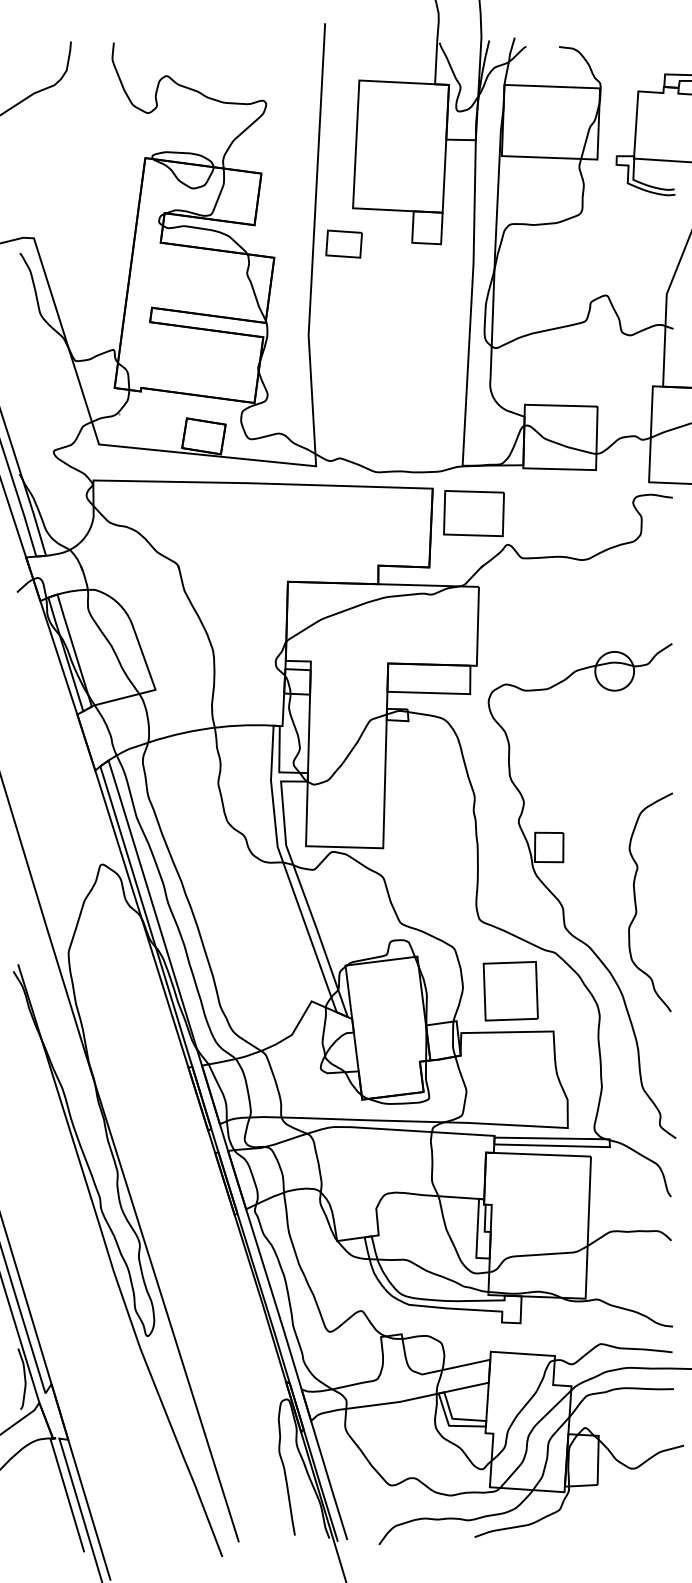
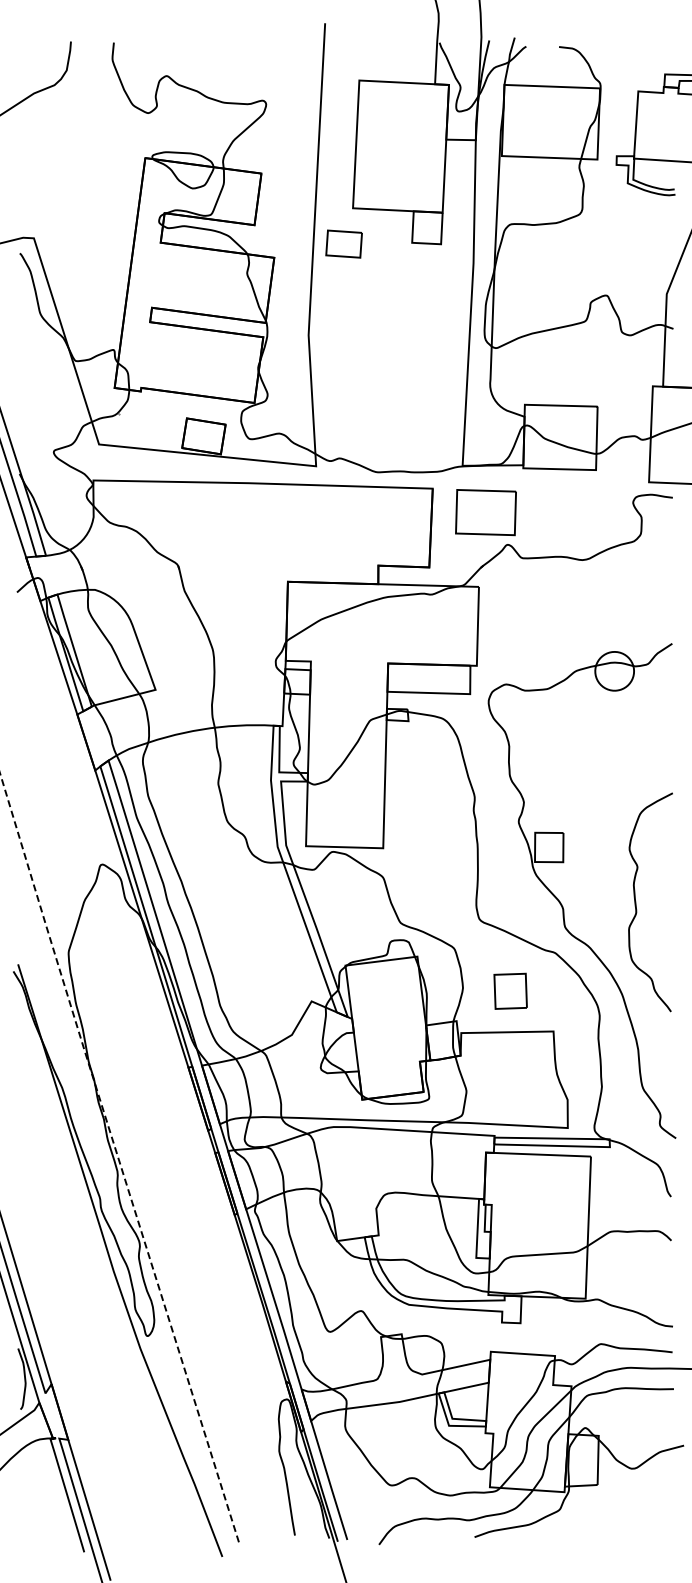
part at (473, 513) position: (473, 513) -> (485, 512)
part at (510, 991) size: 57x61 px -> 35x38 px
line at (118, 1157): solid -> dashed
